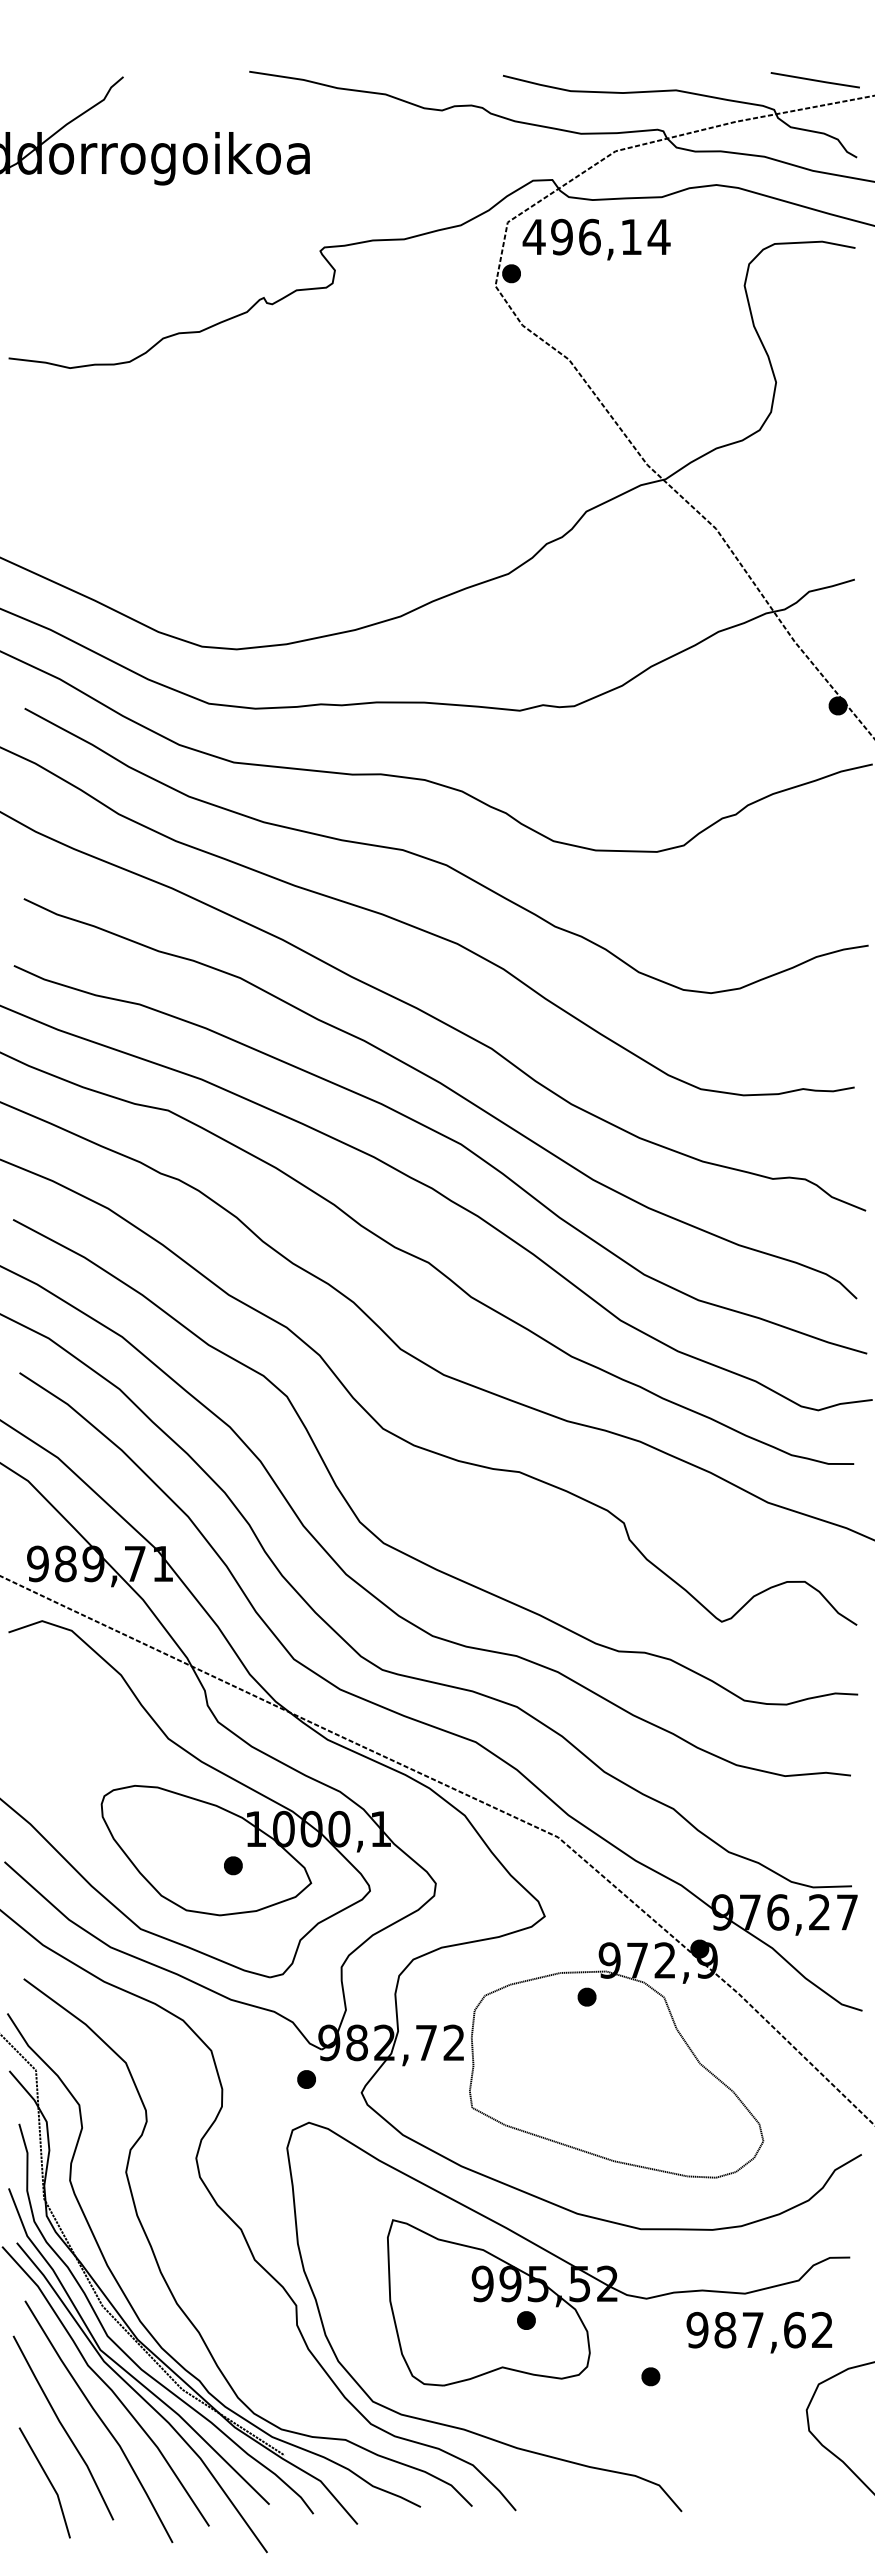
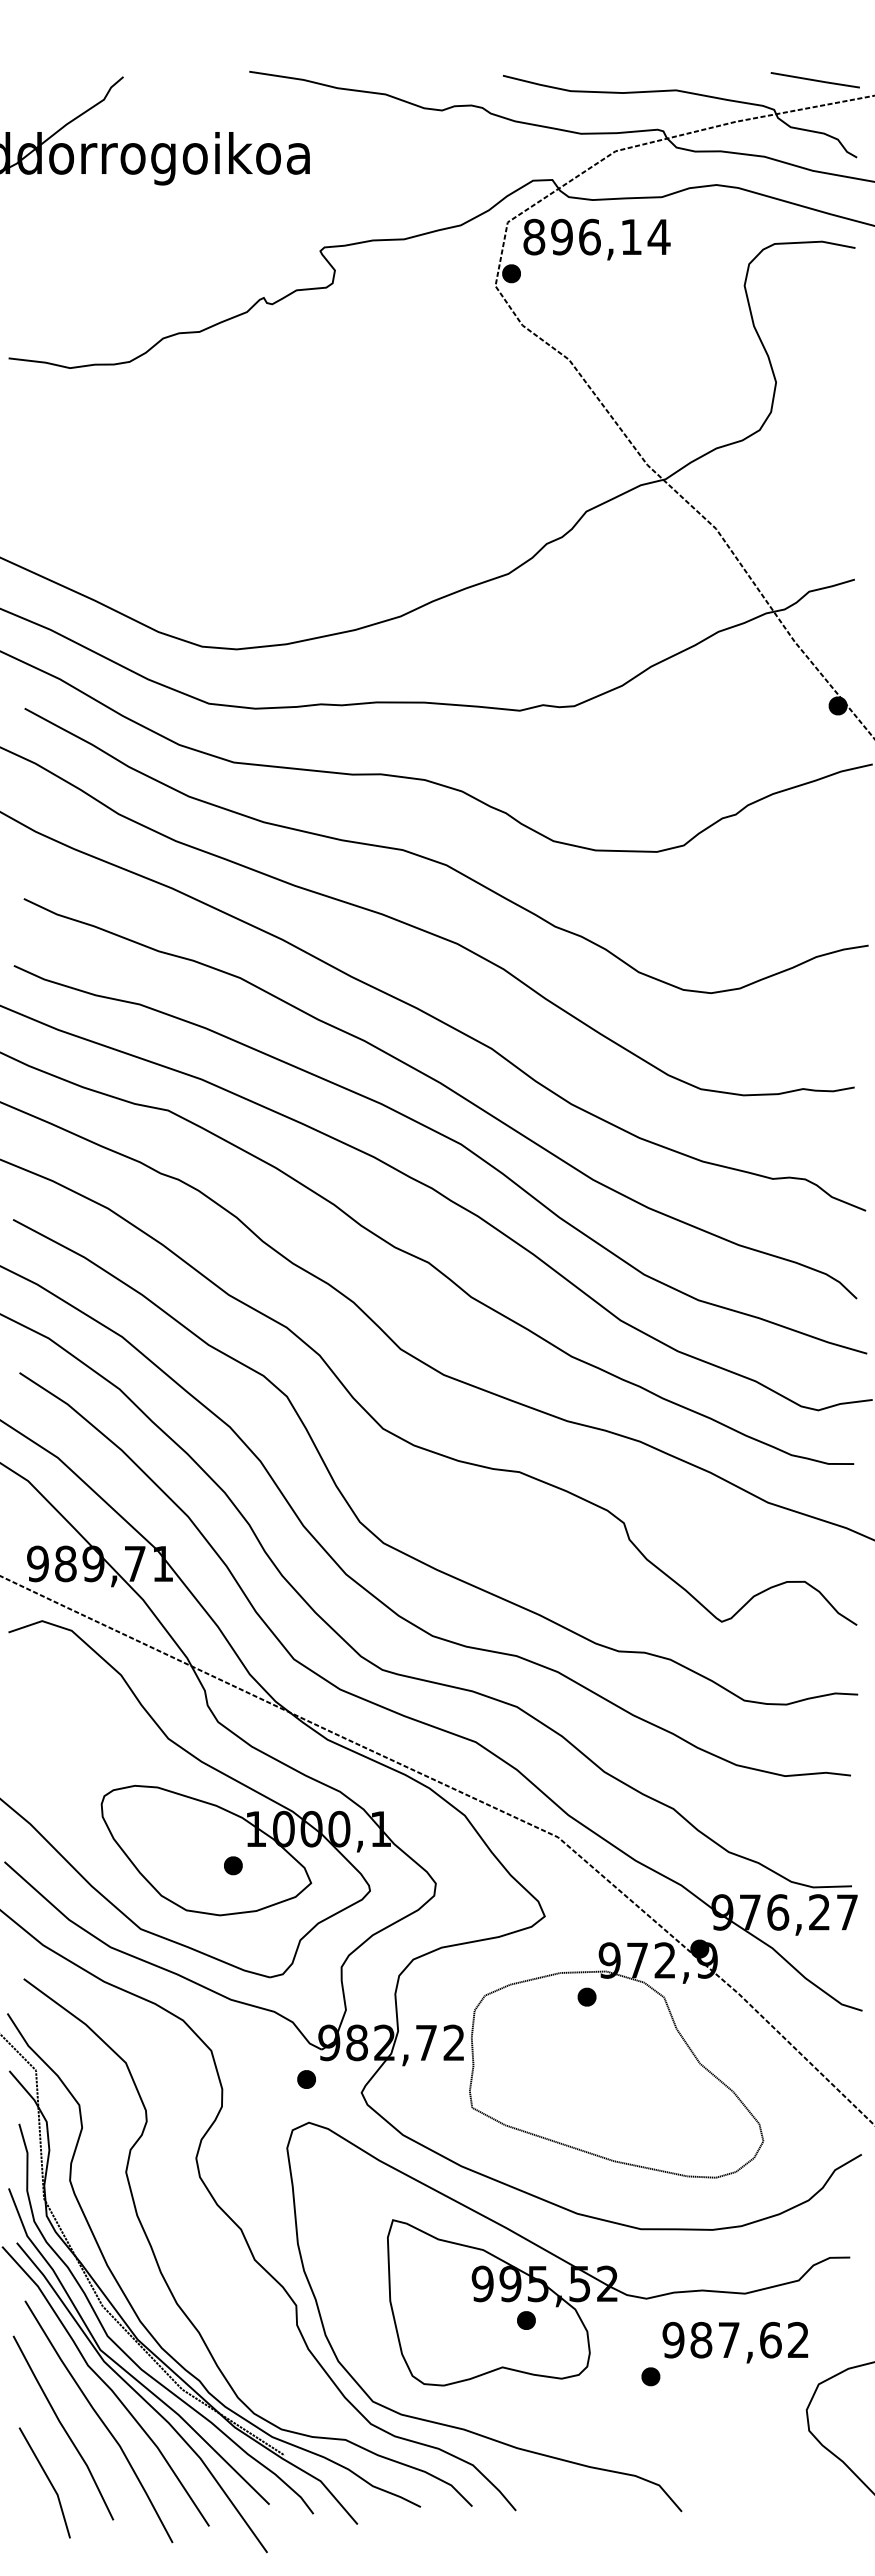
text at (533, 236): 496,14 -> 896,14
text at (759, 2332) position: (759, 2332) -> (735, 2342)
